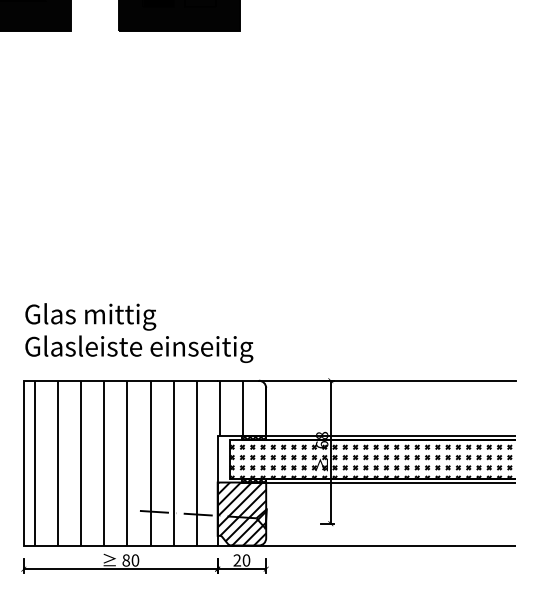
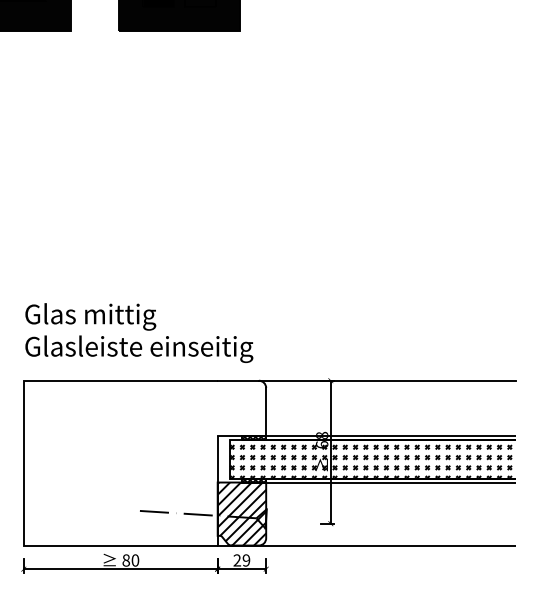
hatch at (150, 462): present -> none
text at (246, 560): 20 -> 29
